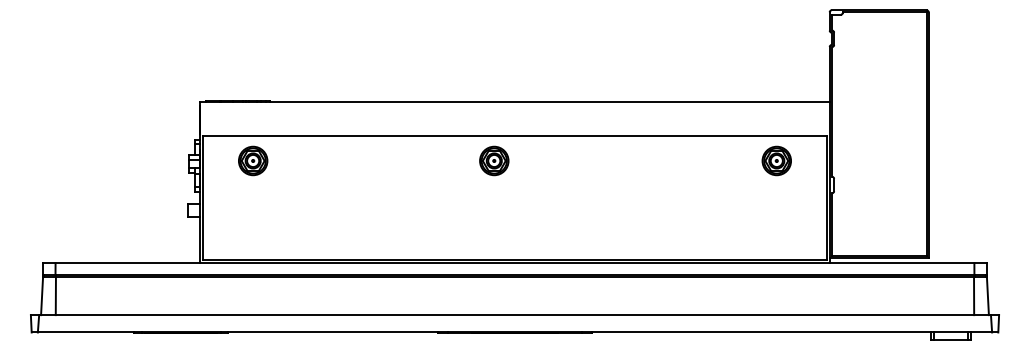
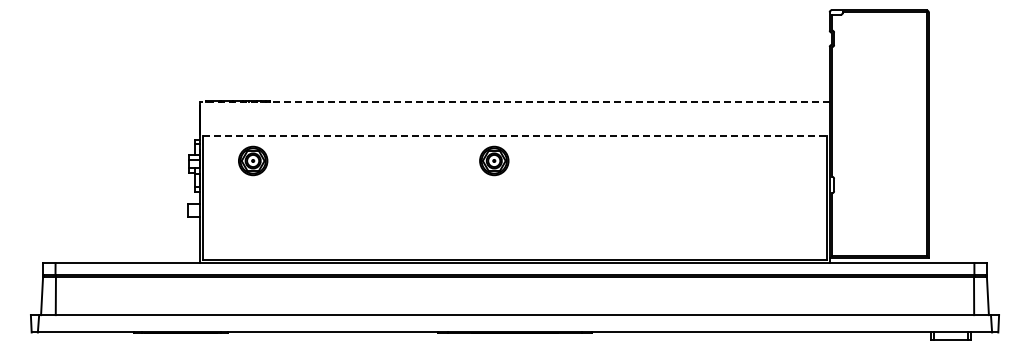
line at (515, 101): solid -> dashed
line at (515, 136): solid -> dashed
part at (776, 160): present -> none
